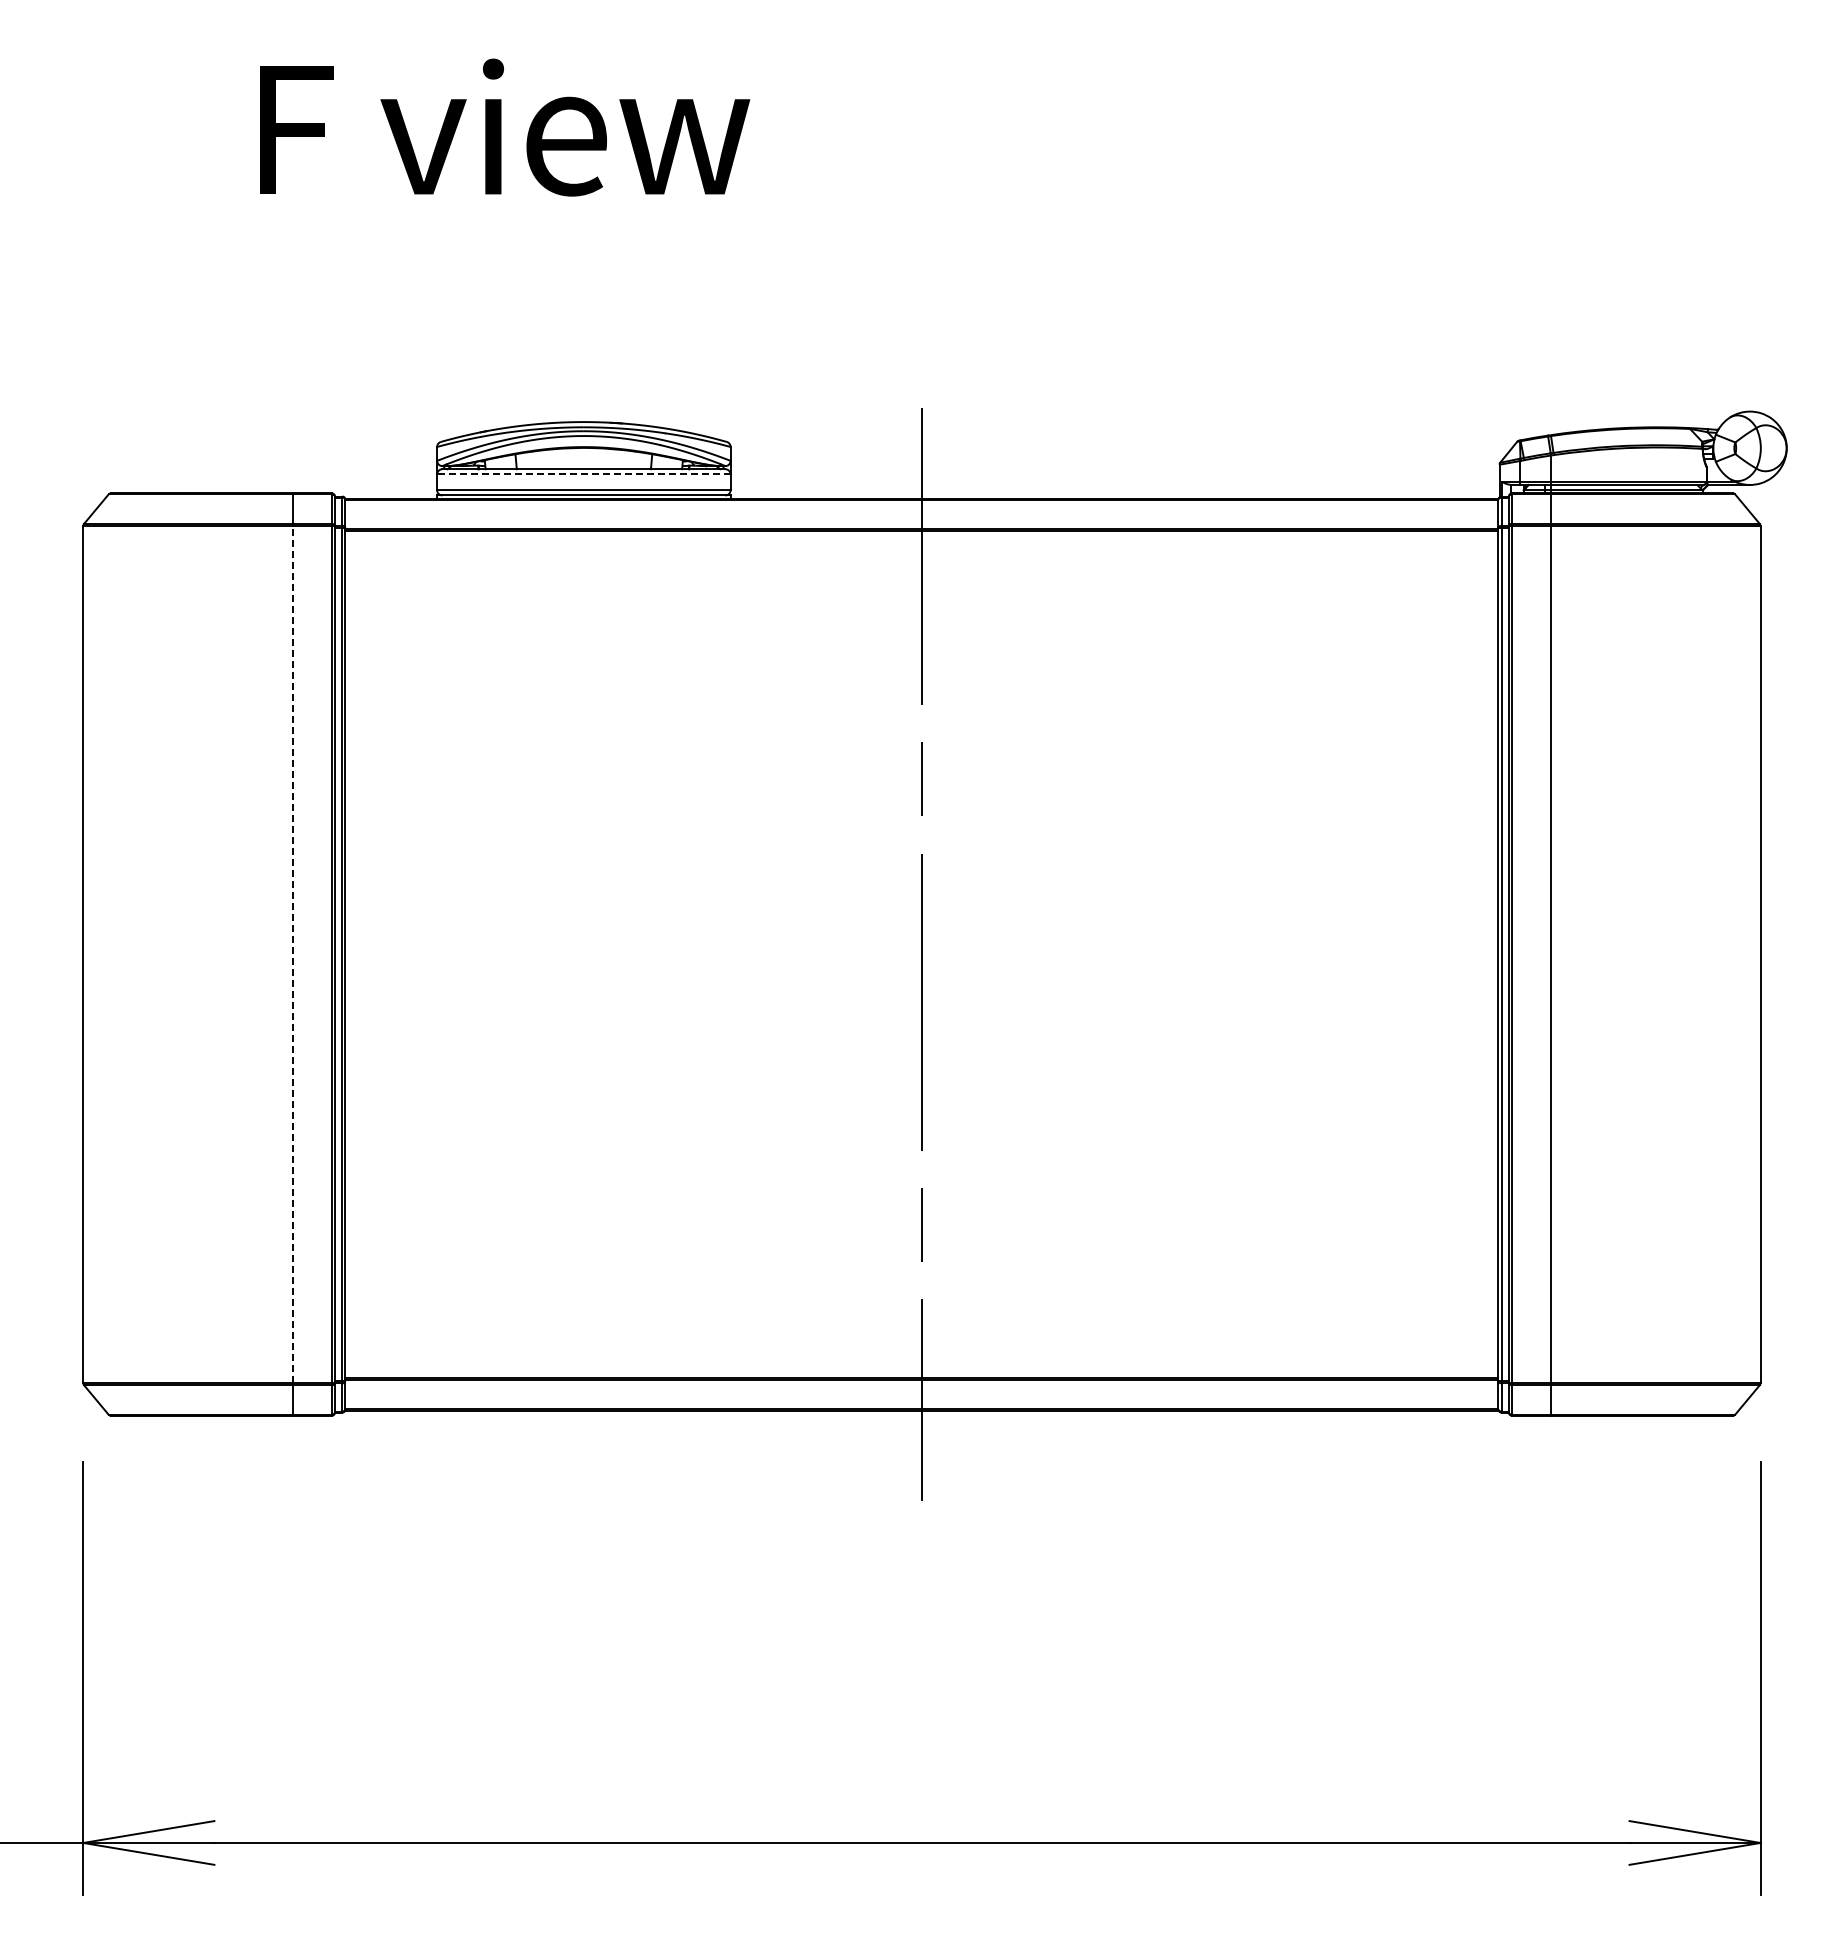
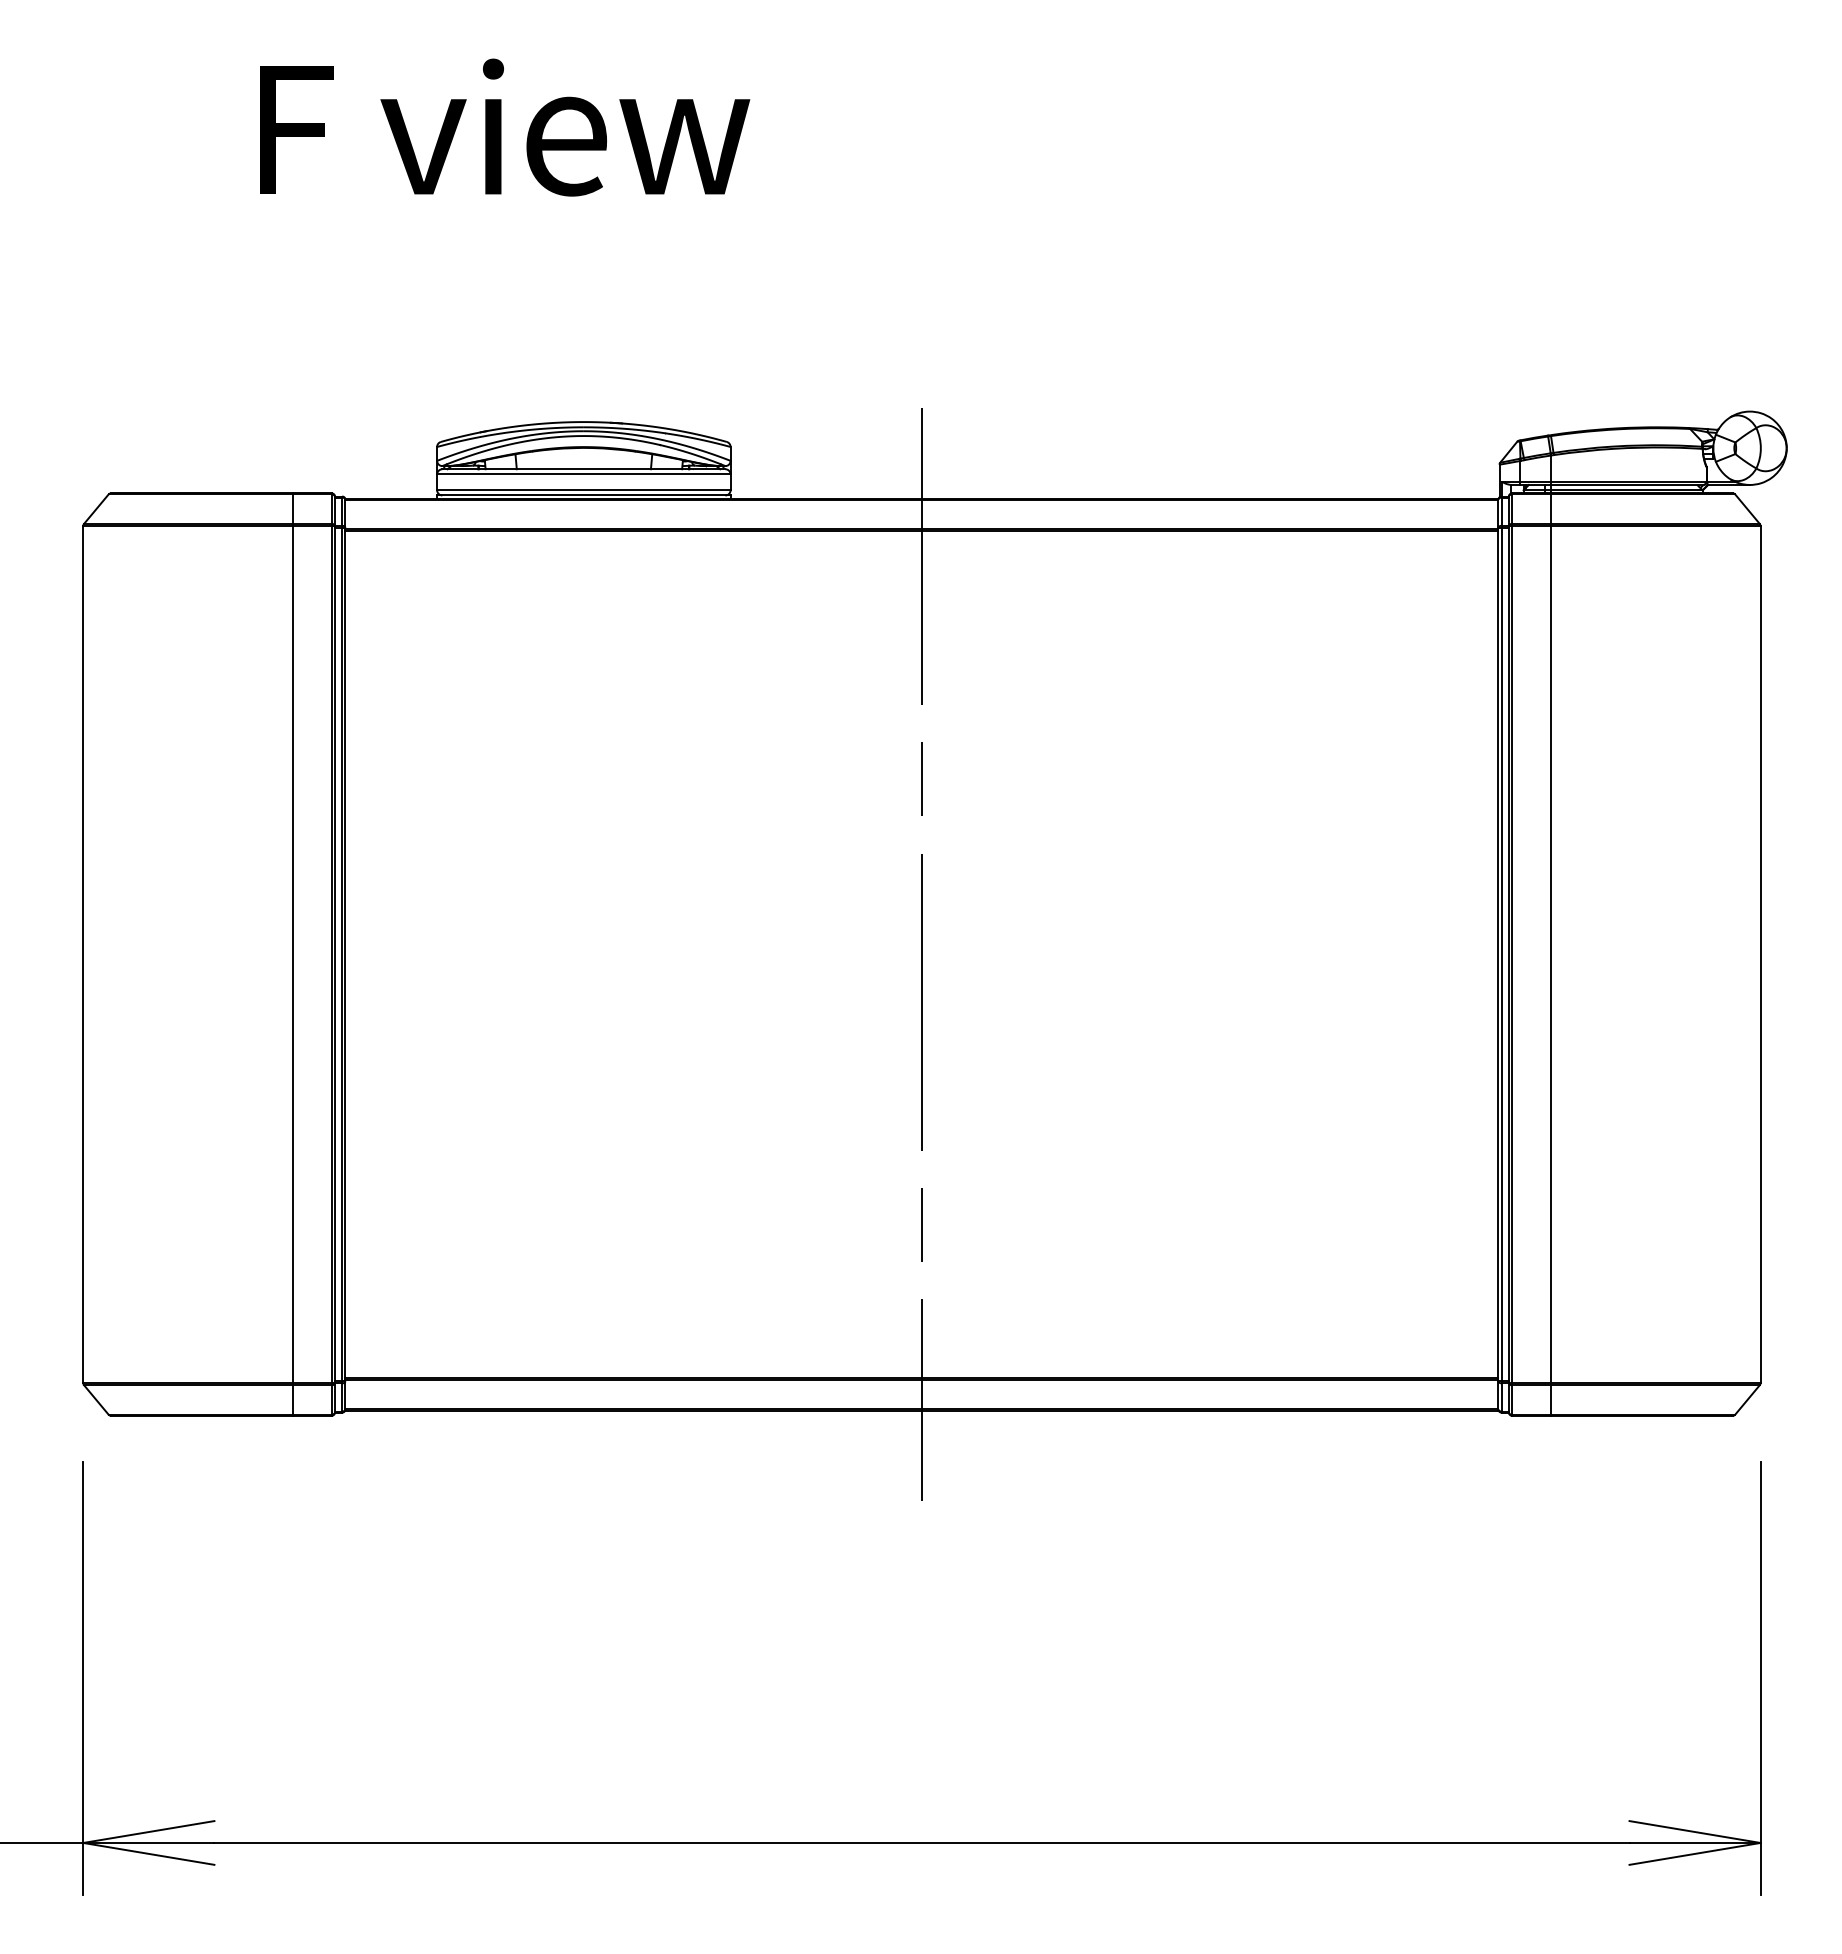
line at (583, 474): dashed -> solid
line at (292, 954): dashed -> solid
